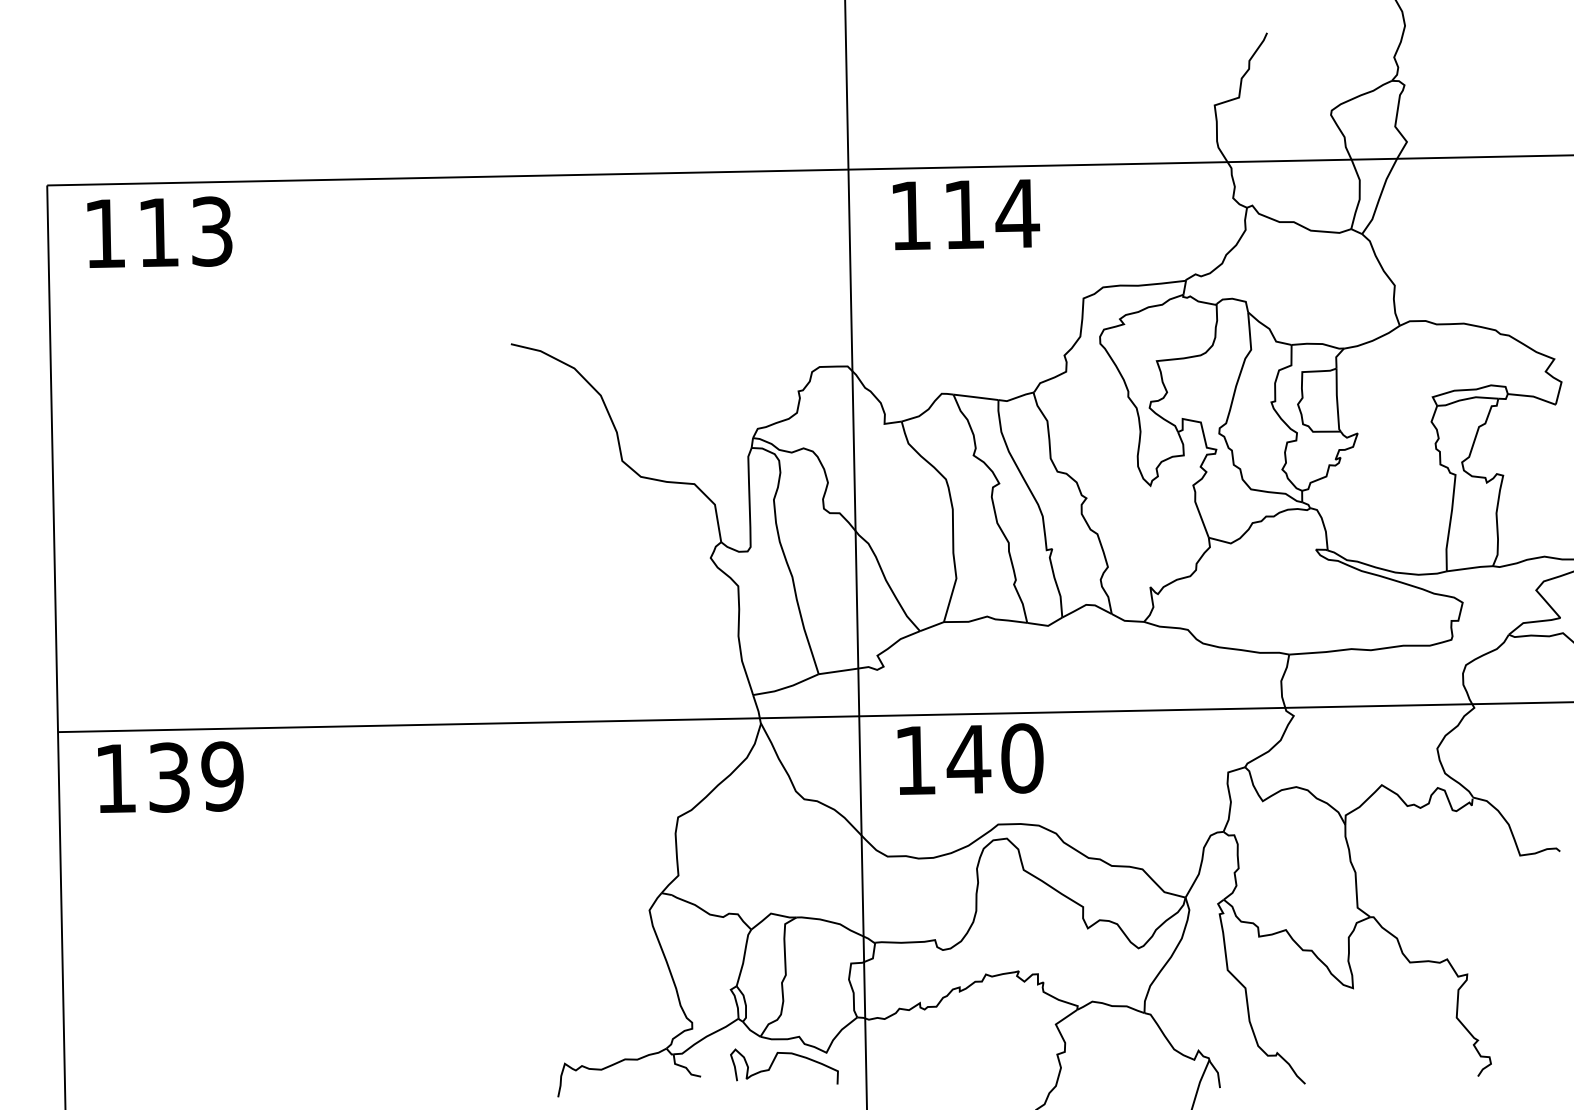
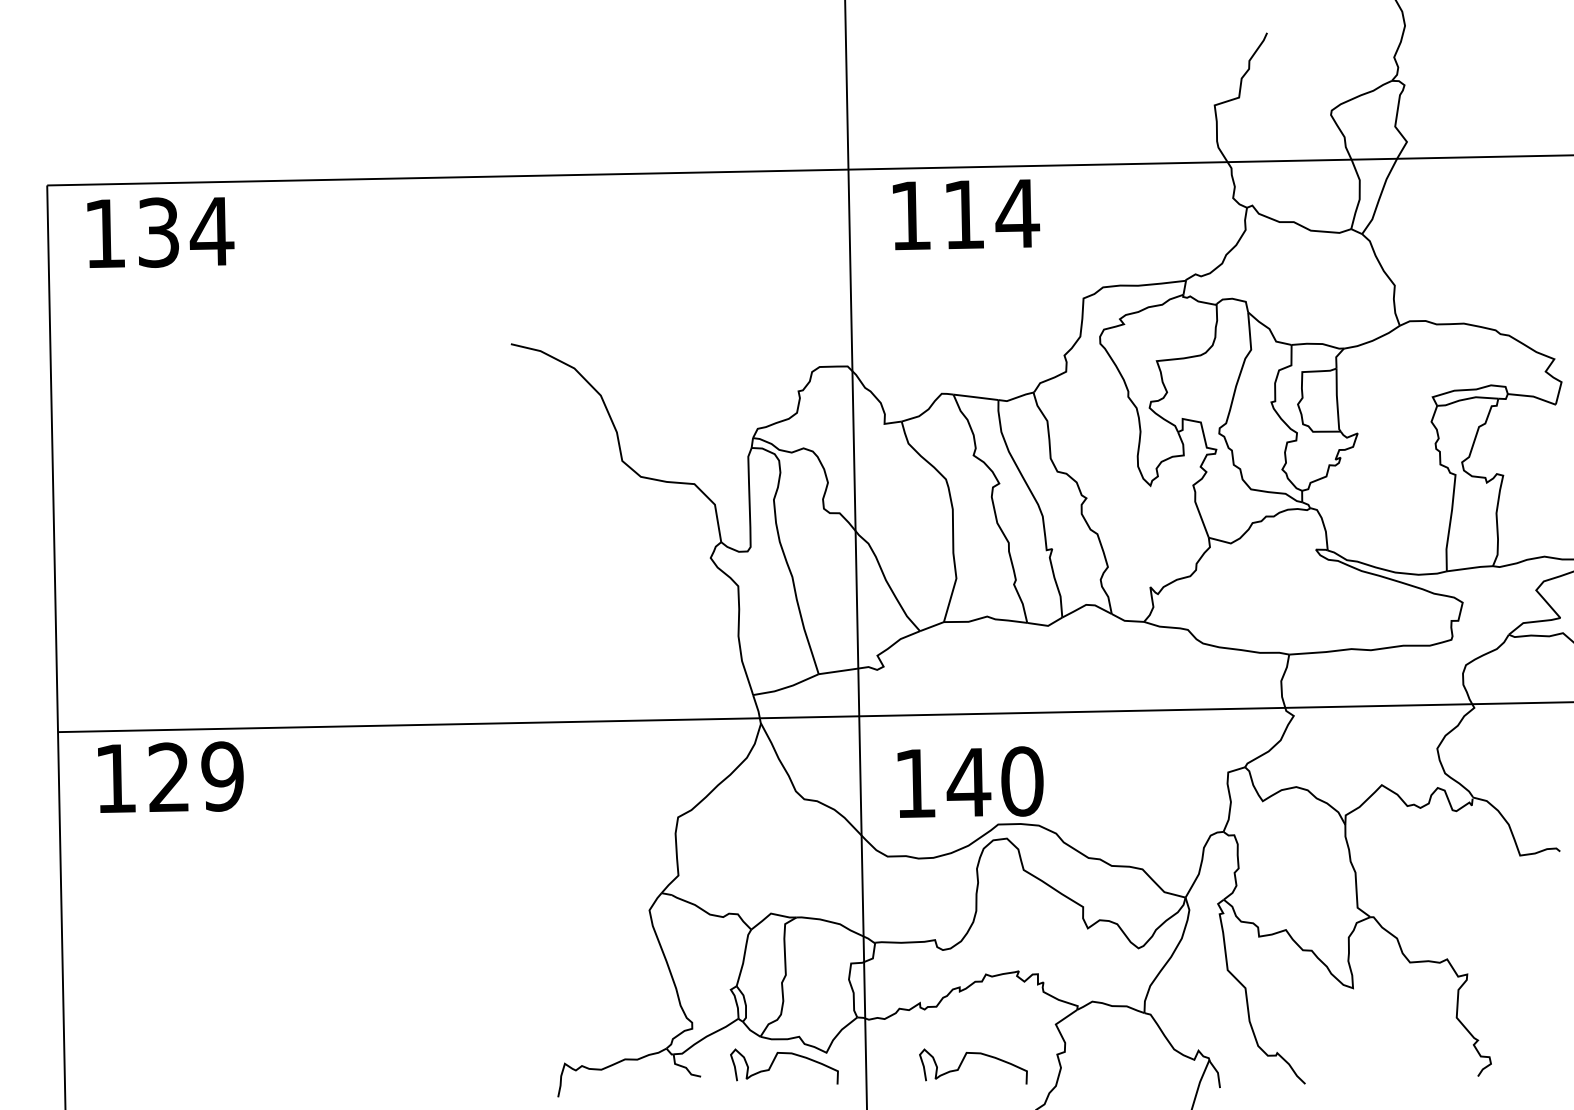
text at (186, 231): 113 -> 134
text at (970, 758) position: (970, 758) -> (970, 781)
text at (168, 777): 139 -> 129
curve at (963, 1061): none -> present
